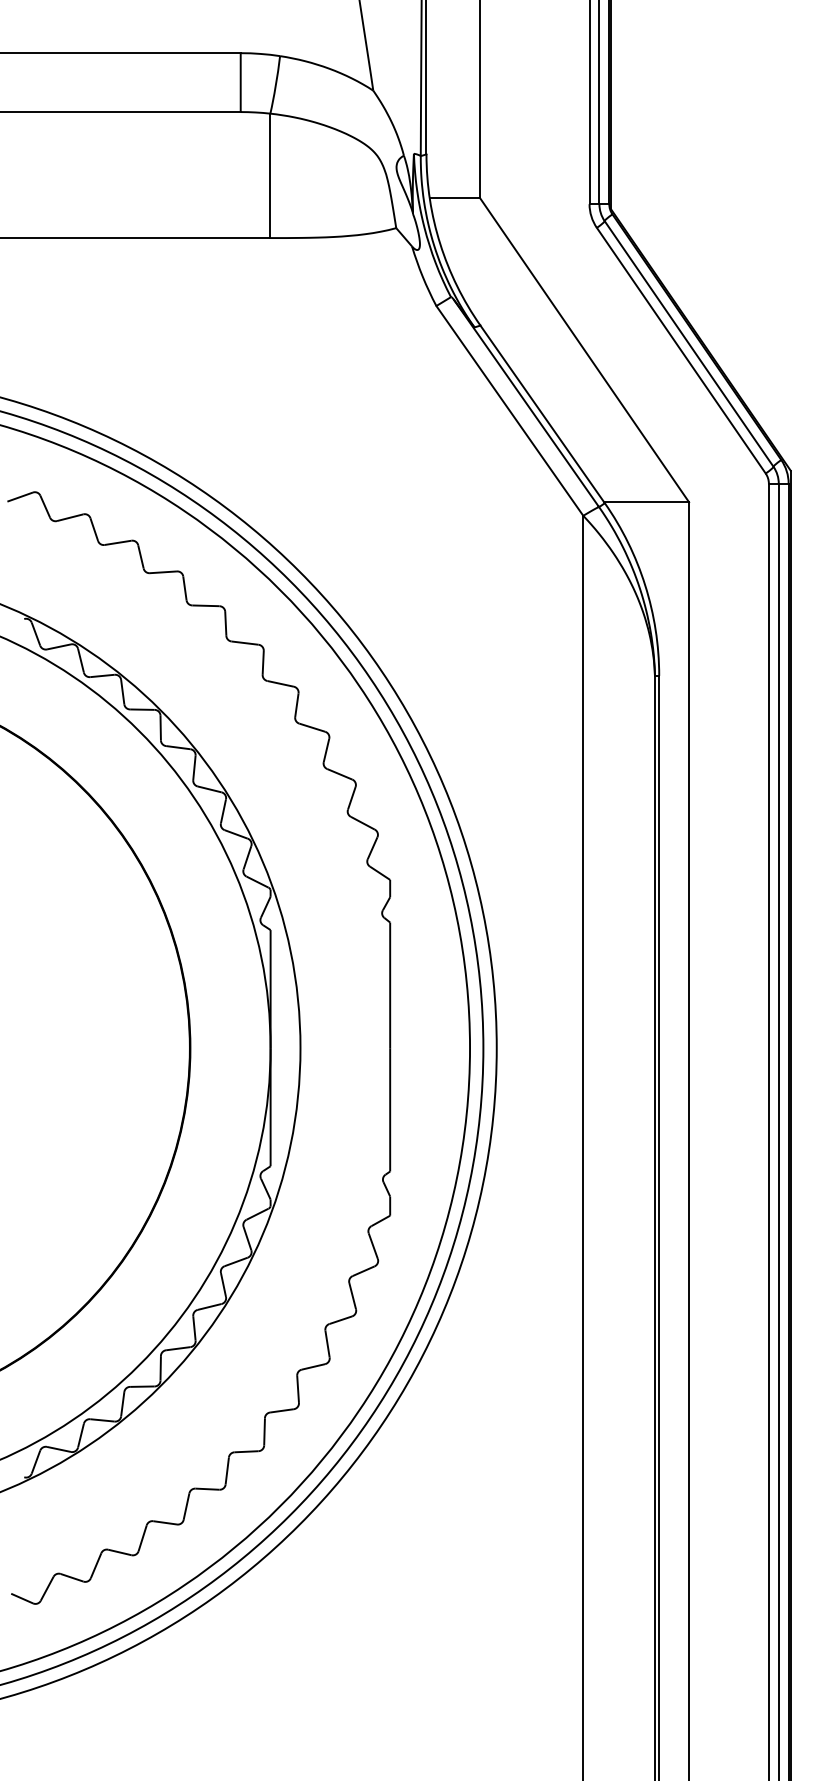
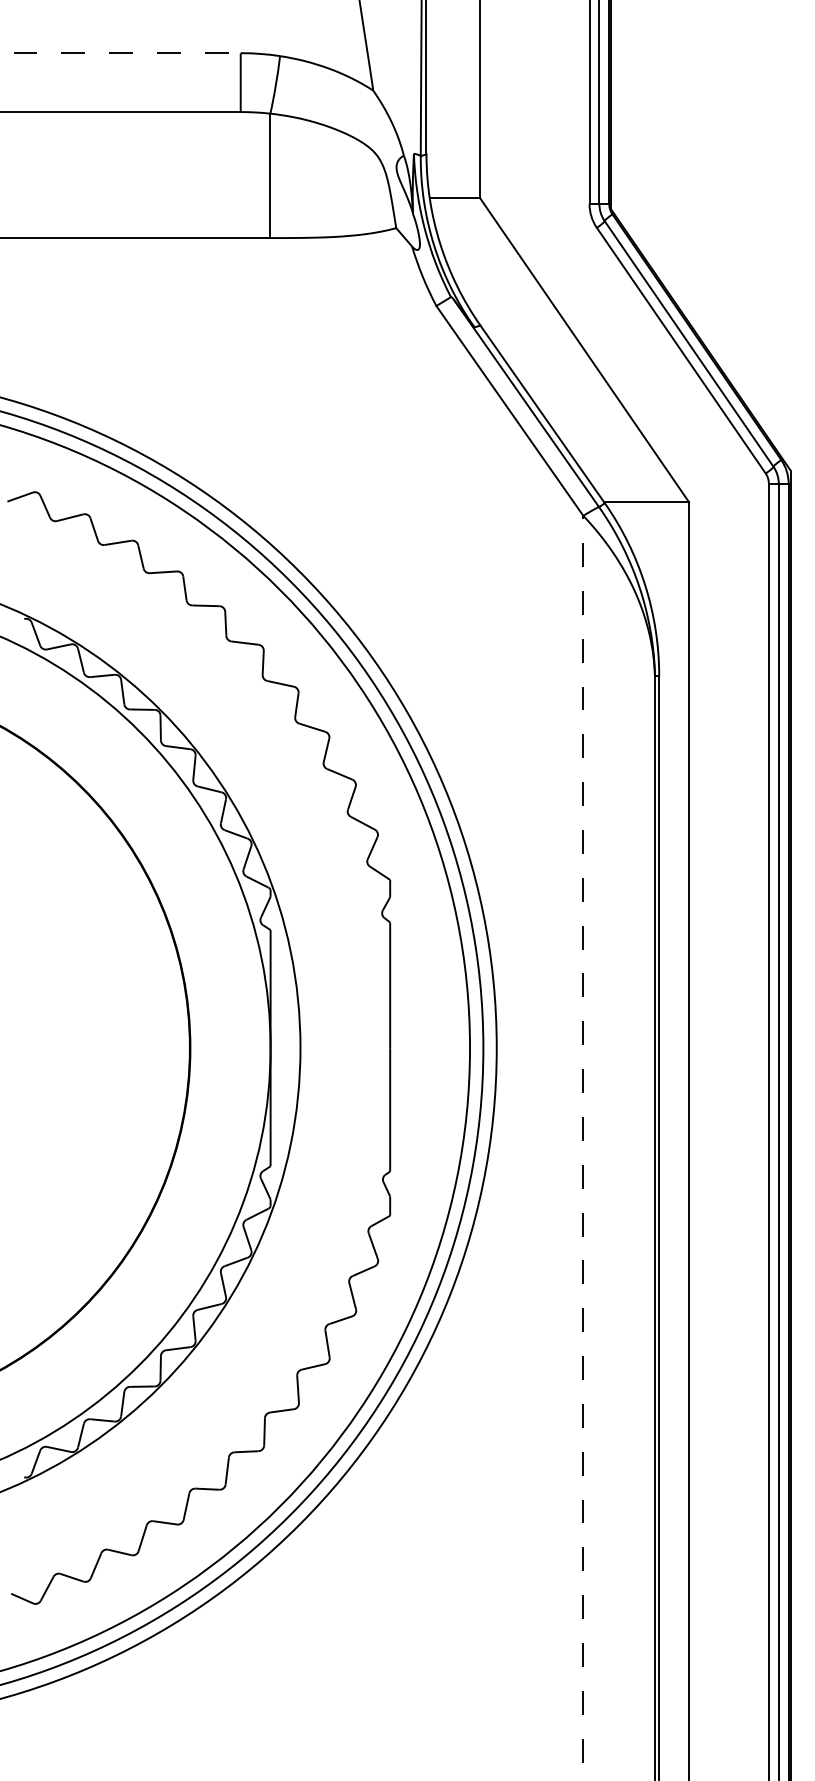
line at (120, 53): solid -> dashed
line at (583, 1147): solid -> dashed
